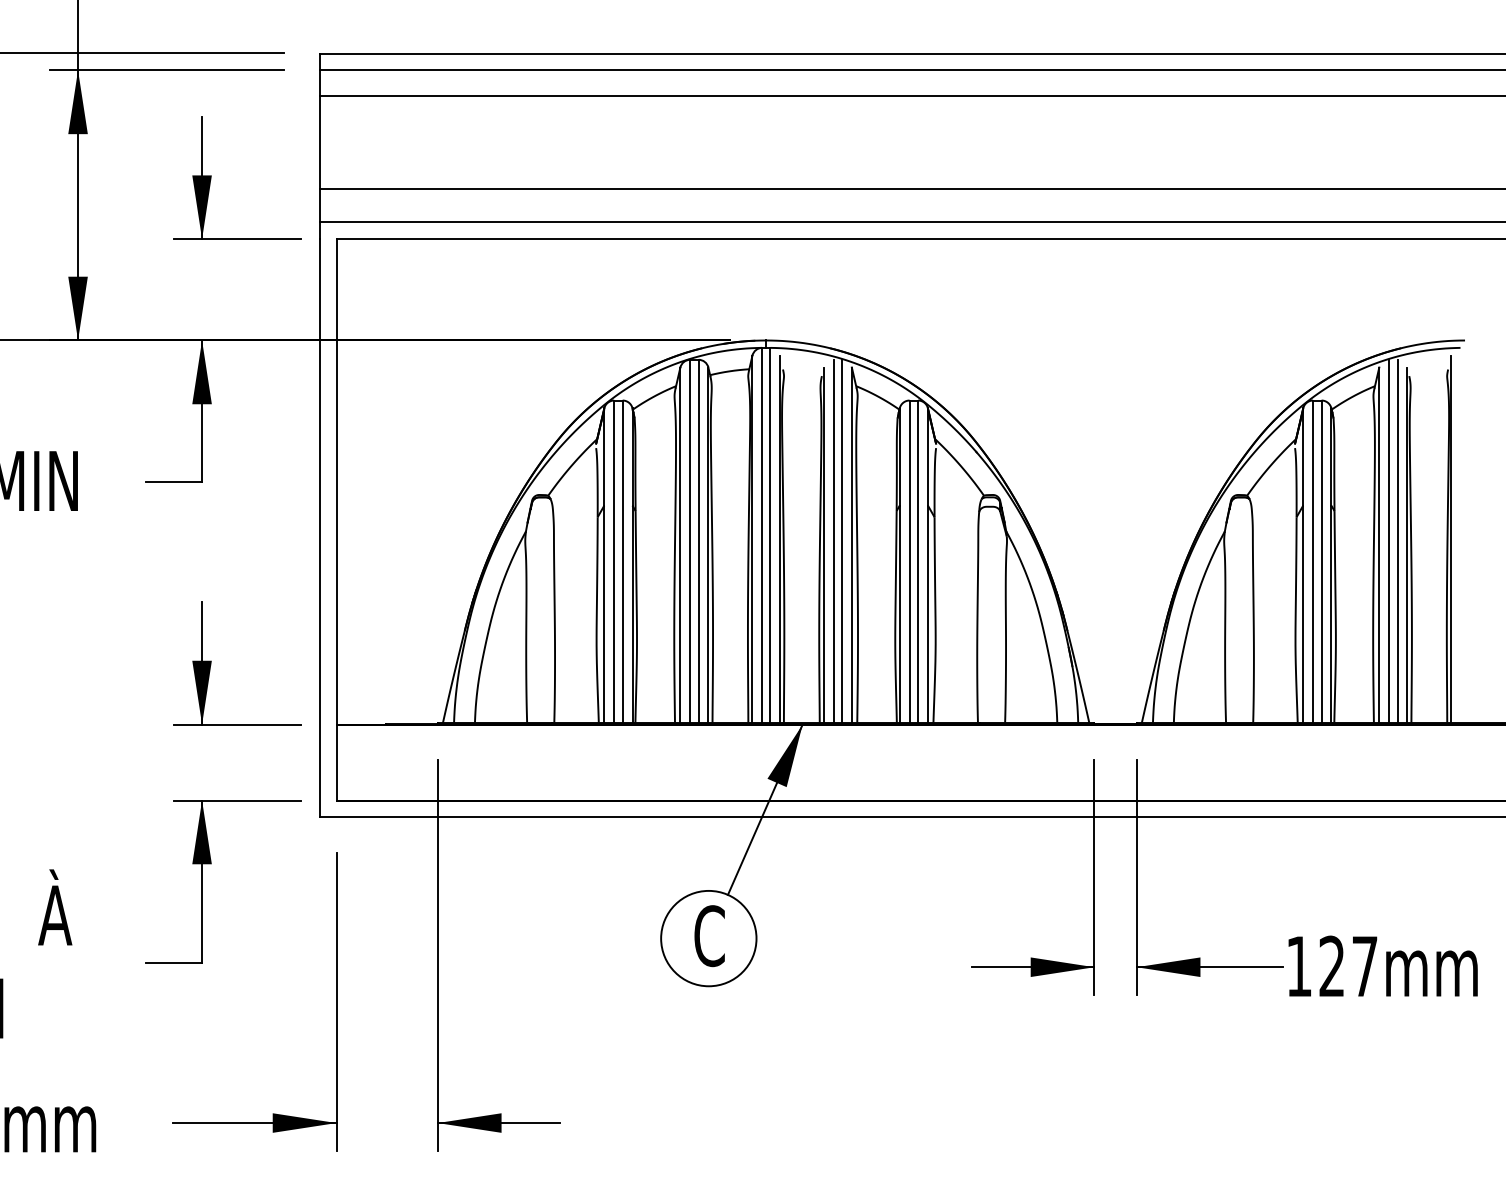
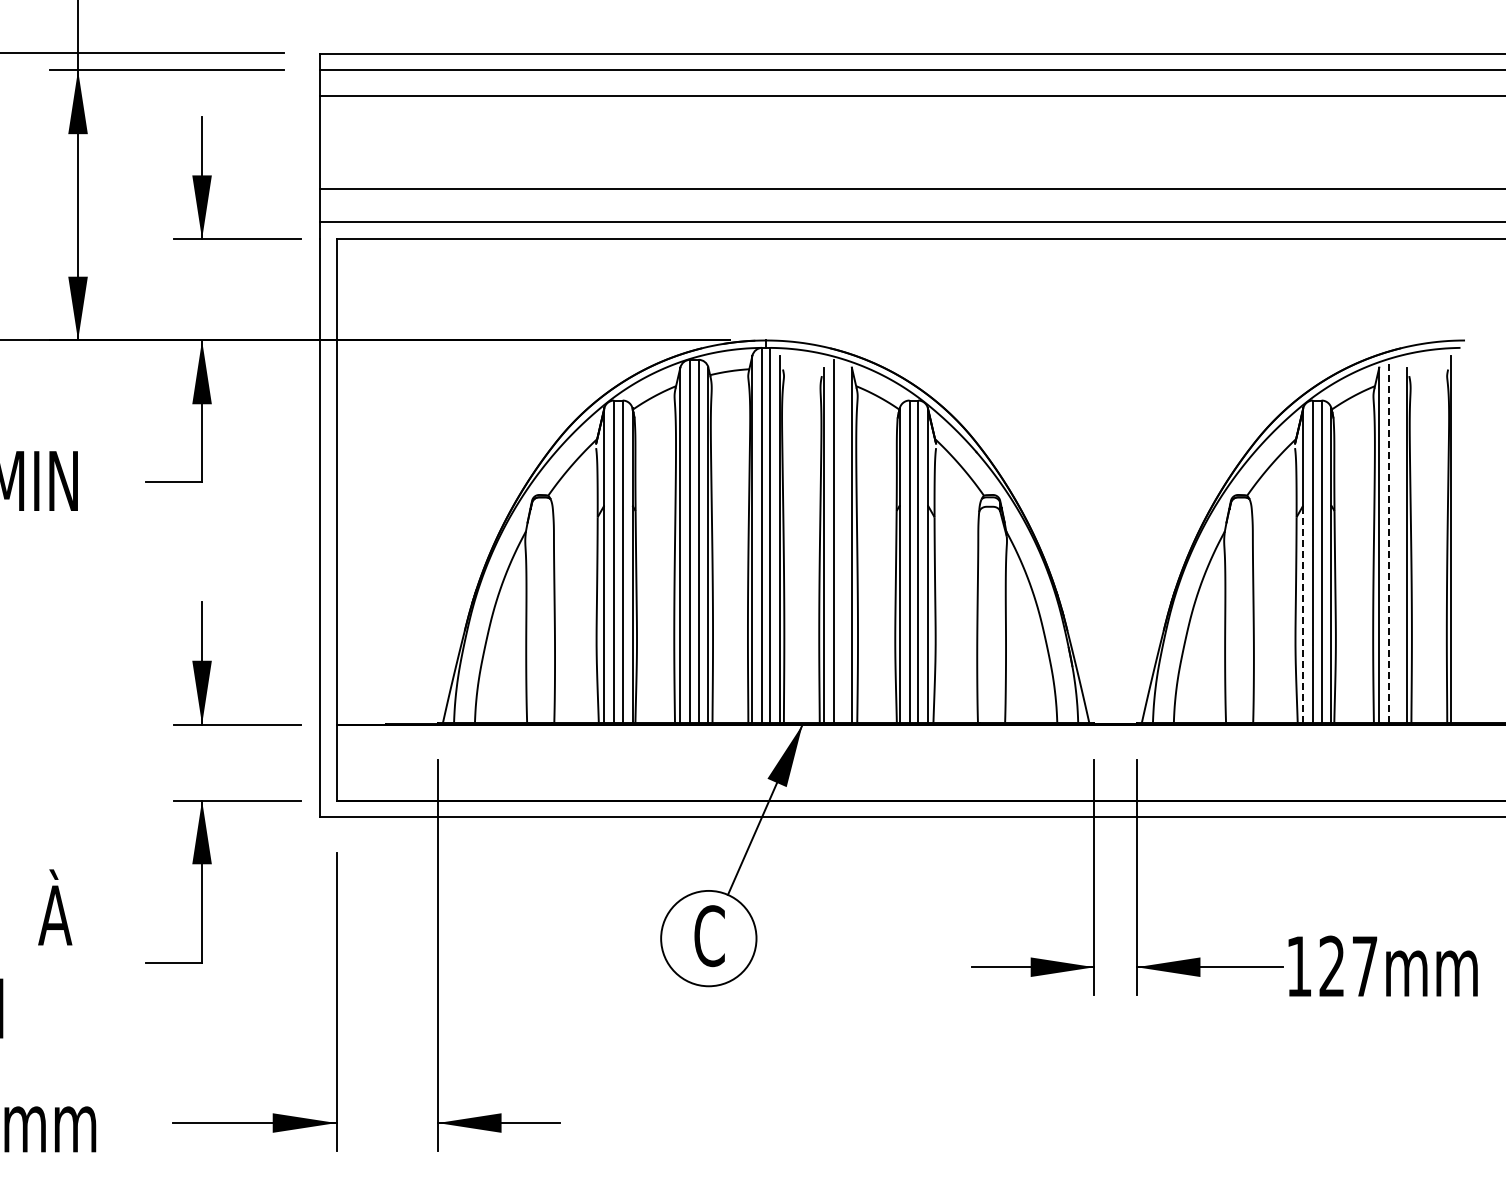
line at (842, 540): present -> none
line at (1389, 540): solid -> dashed
line at (1397, 540): present -> none
line at (1303, 614): solid -> dashed
